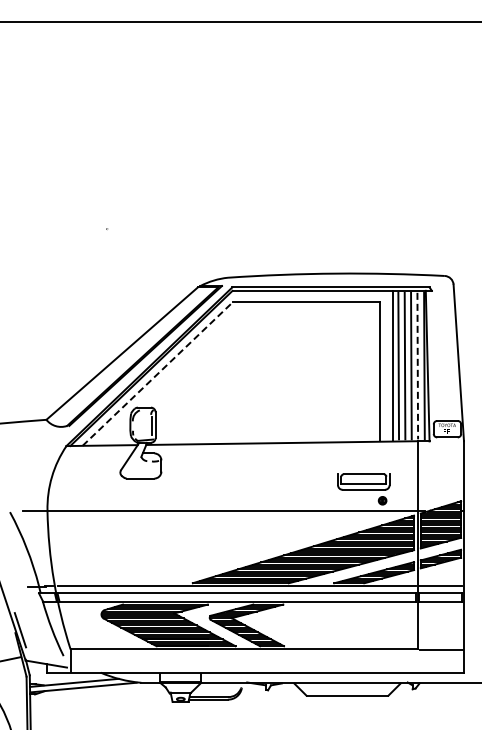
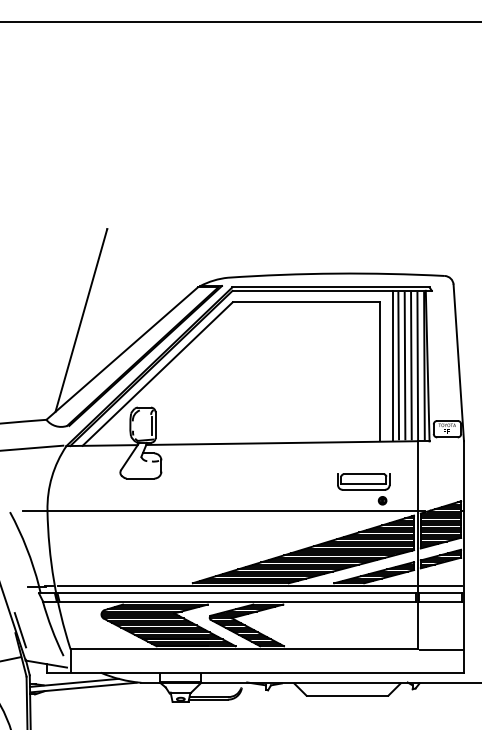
line at (81, 320): none -> present
line at (417, 366): dashed -> solid
line at (157, 374): dashed -> solid
line at (32, 447): none -> present
